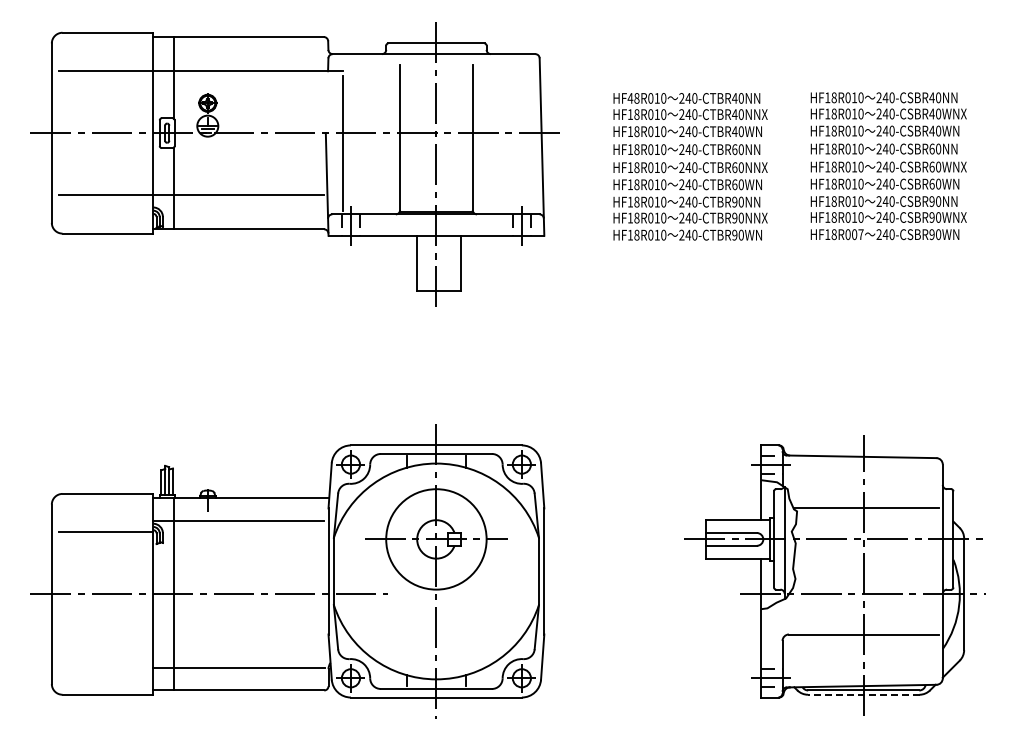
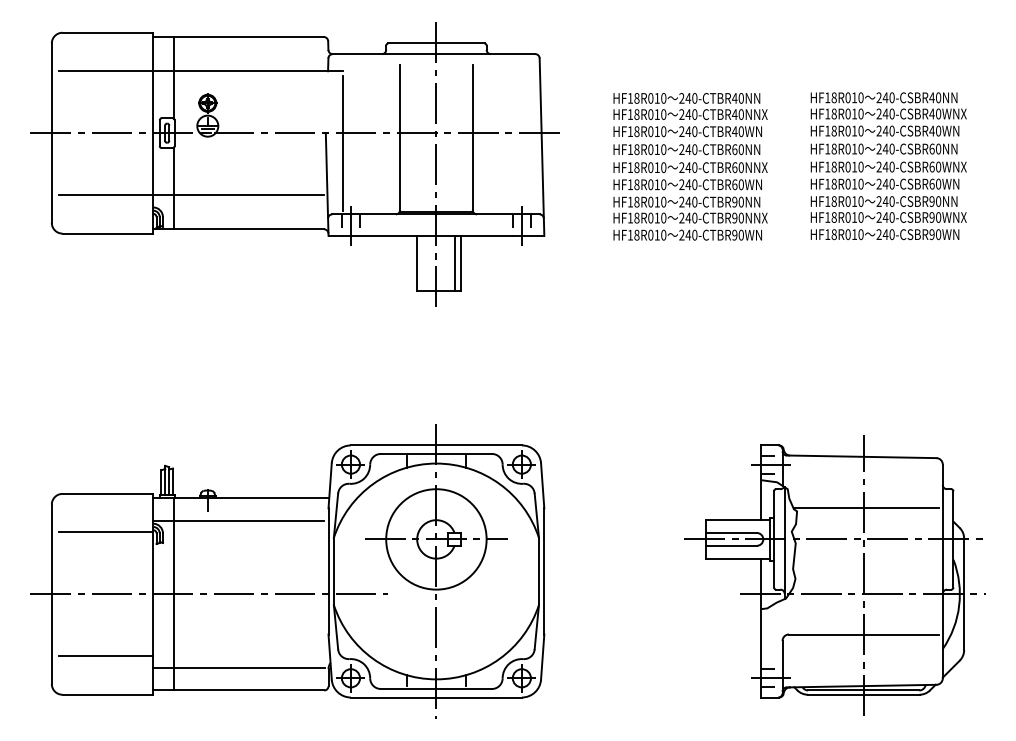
text at (630, 98): HF48R010 -> HF18R010
text at (857, 234): HF18R007 -> HF18R010
line at (454, 263): none -> present
line at (106, 656): none -> present
line at (863, 694): dashed -> solid
